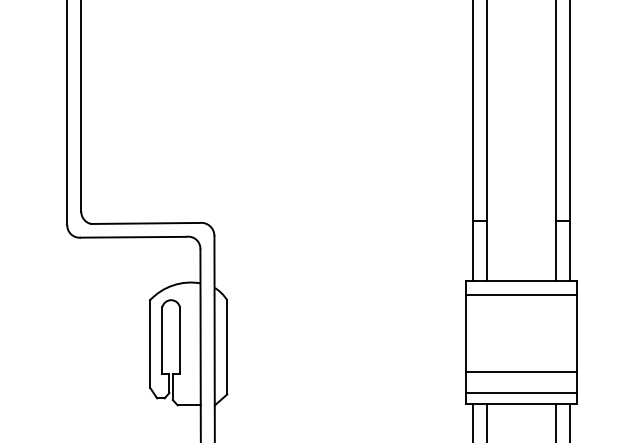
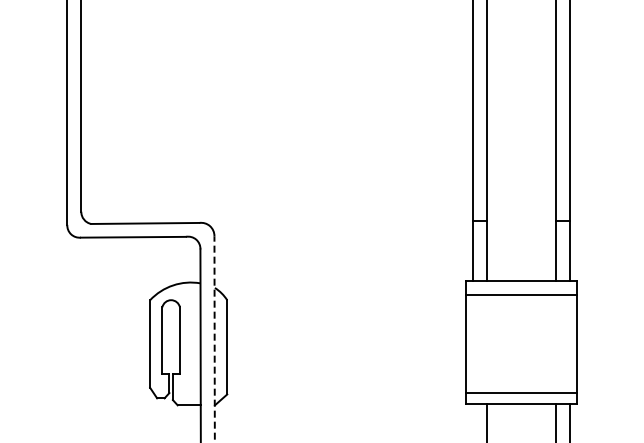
line at (214, 339): solid -> dashed
line at (521, 372): present -> none
line at (473, 421): present -> none
